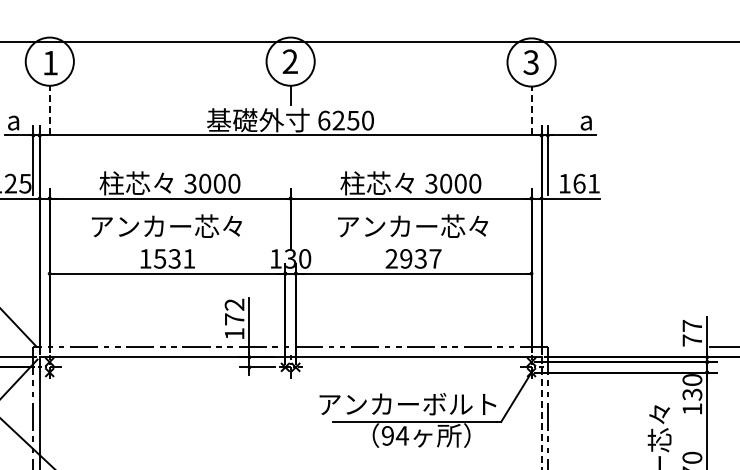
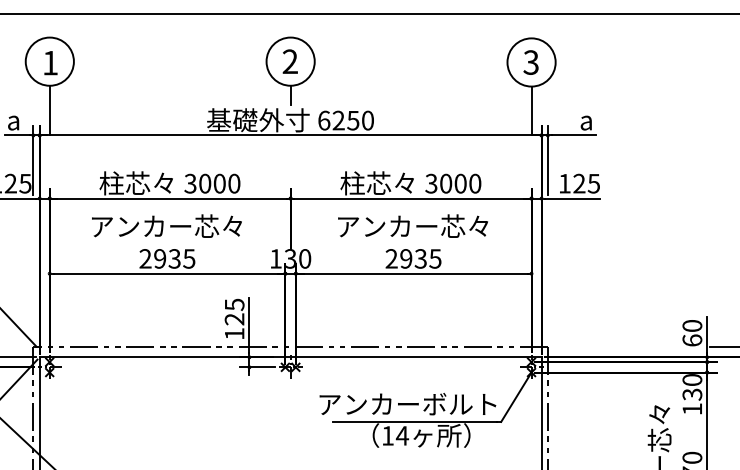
line at (369, 42) position: (369, 42) -> (369, 14)
line at (49, 110): dashed -> solid
line at (531, 110): dashed -> solid
text at (586, 183): 161 -> 125
text at (167, 258): 1531 -> 2935
text at (435, 258): 2937 -> 2935
text at (234, 311): 172 -> 125
text at (692, 332): 77 -> 60
line at (541, 413): dashed -> solid
text at (387, 435): 94 -> 14
